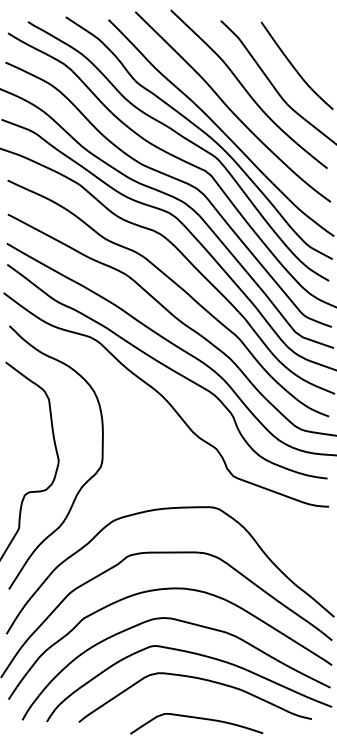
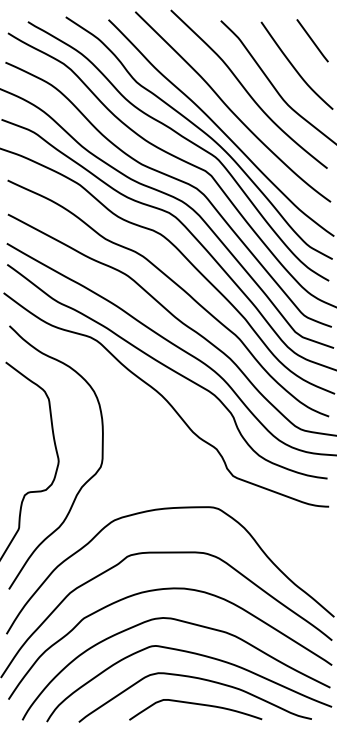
line at (312, 40): none -> present
curve at (196, 718) position: (196, 718) -> (195, 704)
